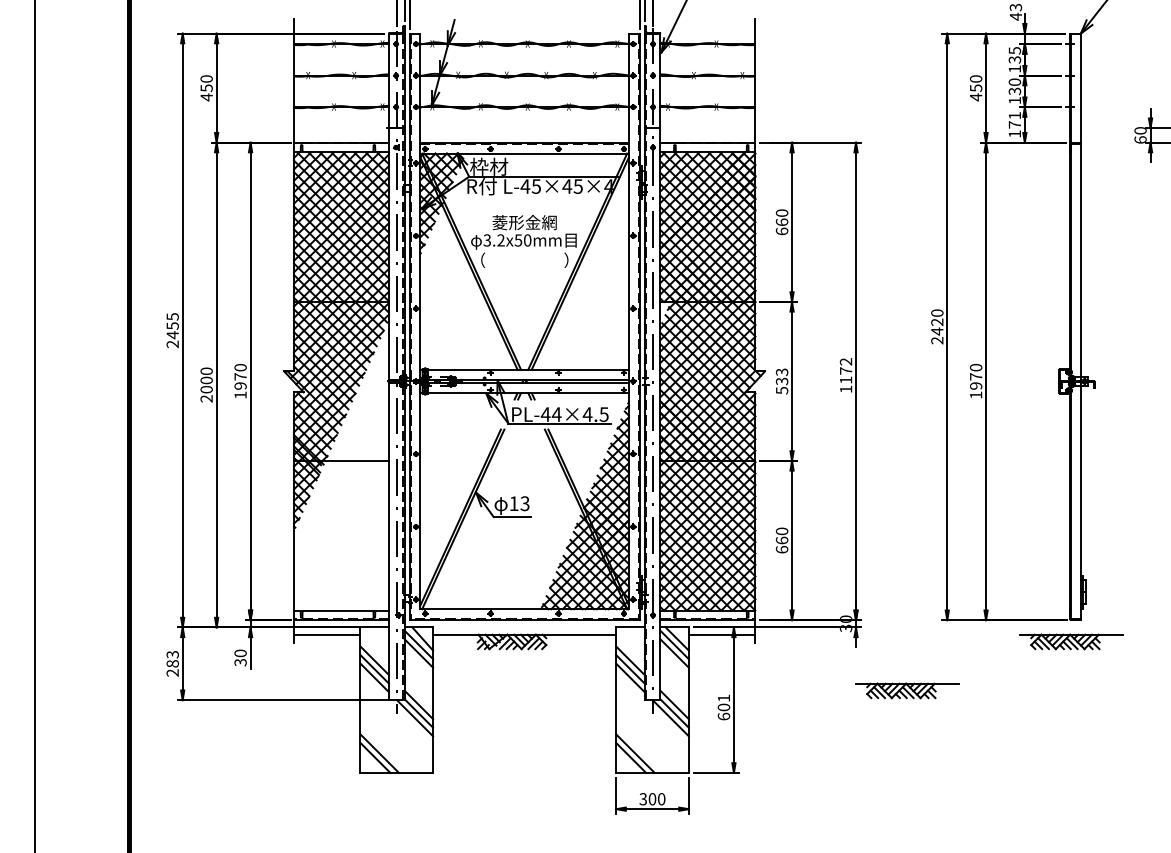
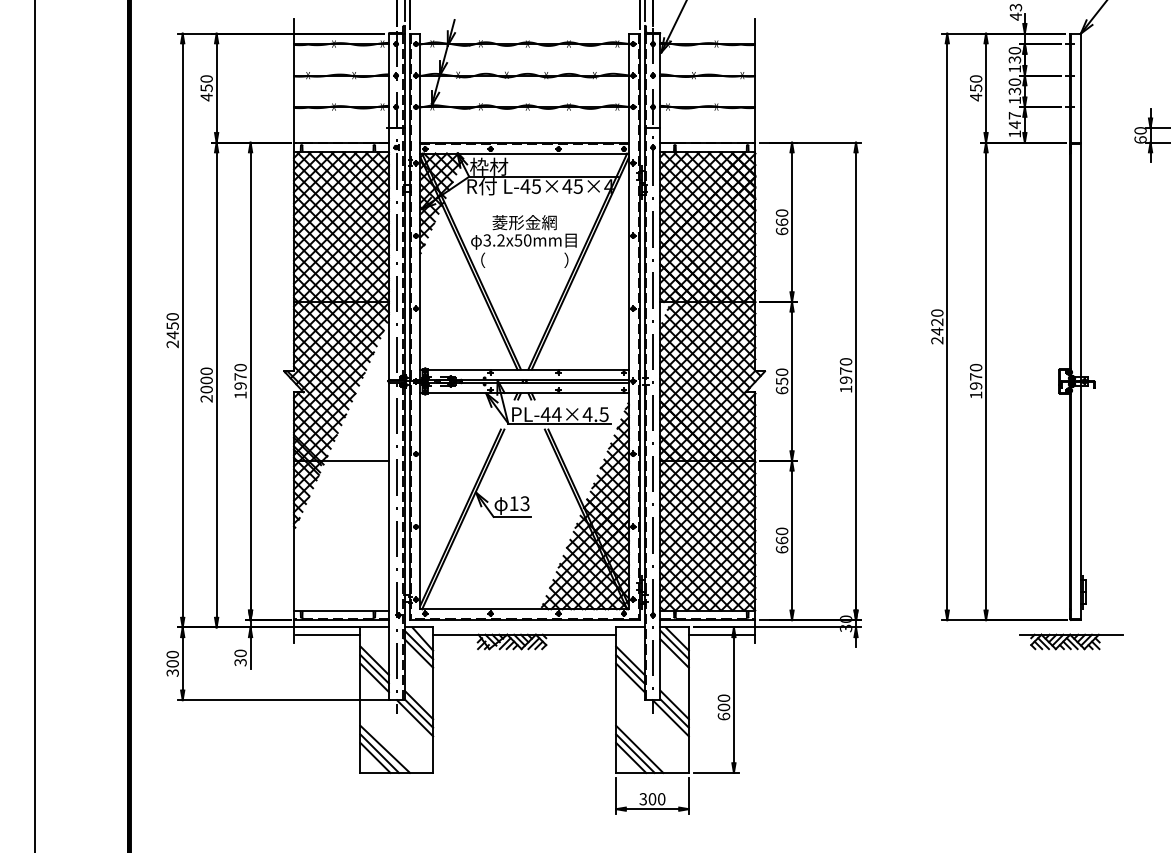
text at (1014, 50): 135 -> 130
text at (1014, 120): 171 -> 147
text at (172, 316): 2455 -> 2450
text at (845, 370): 1172 -> 1970
text at (781, 381): 533 -> 650
text at (172, 663): 283 -> 300
part at (907, 690): present -> none
text at (723, 697): 601 -> 600
line at (384, 748): none -> present
line at (639, 748): none -> present
